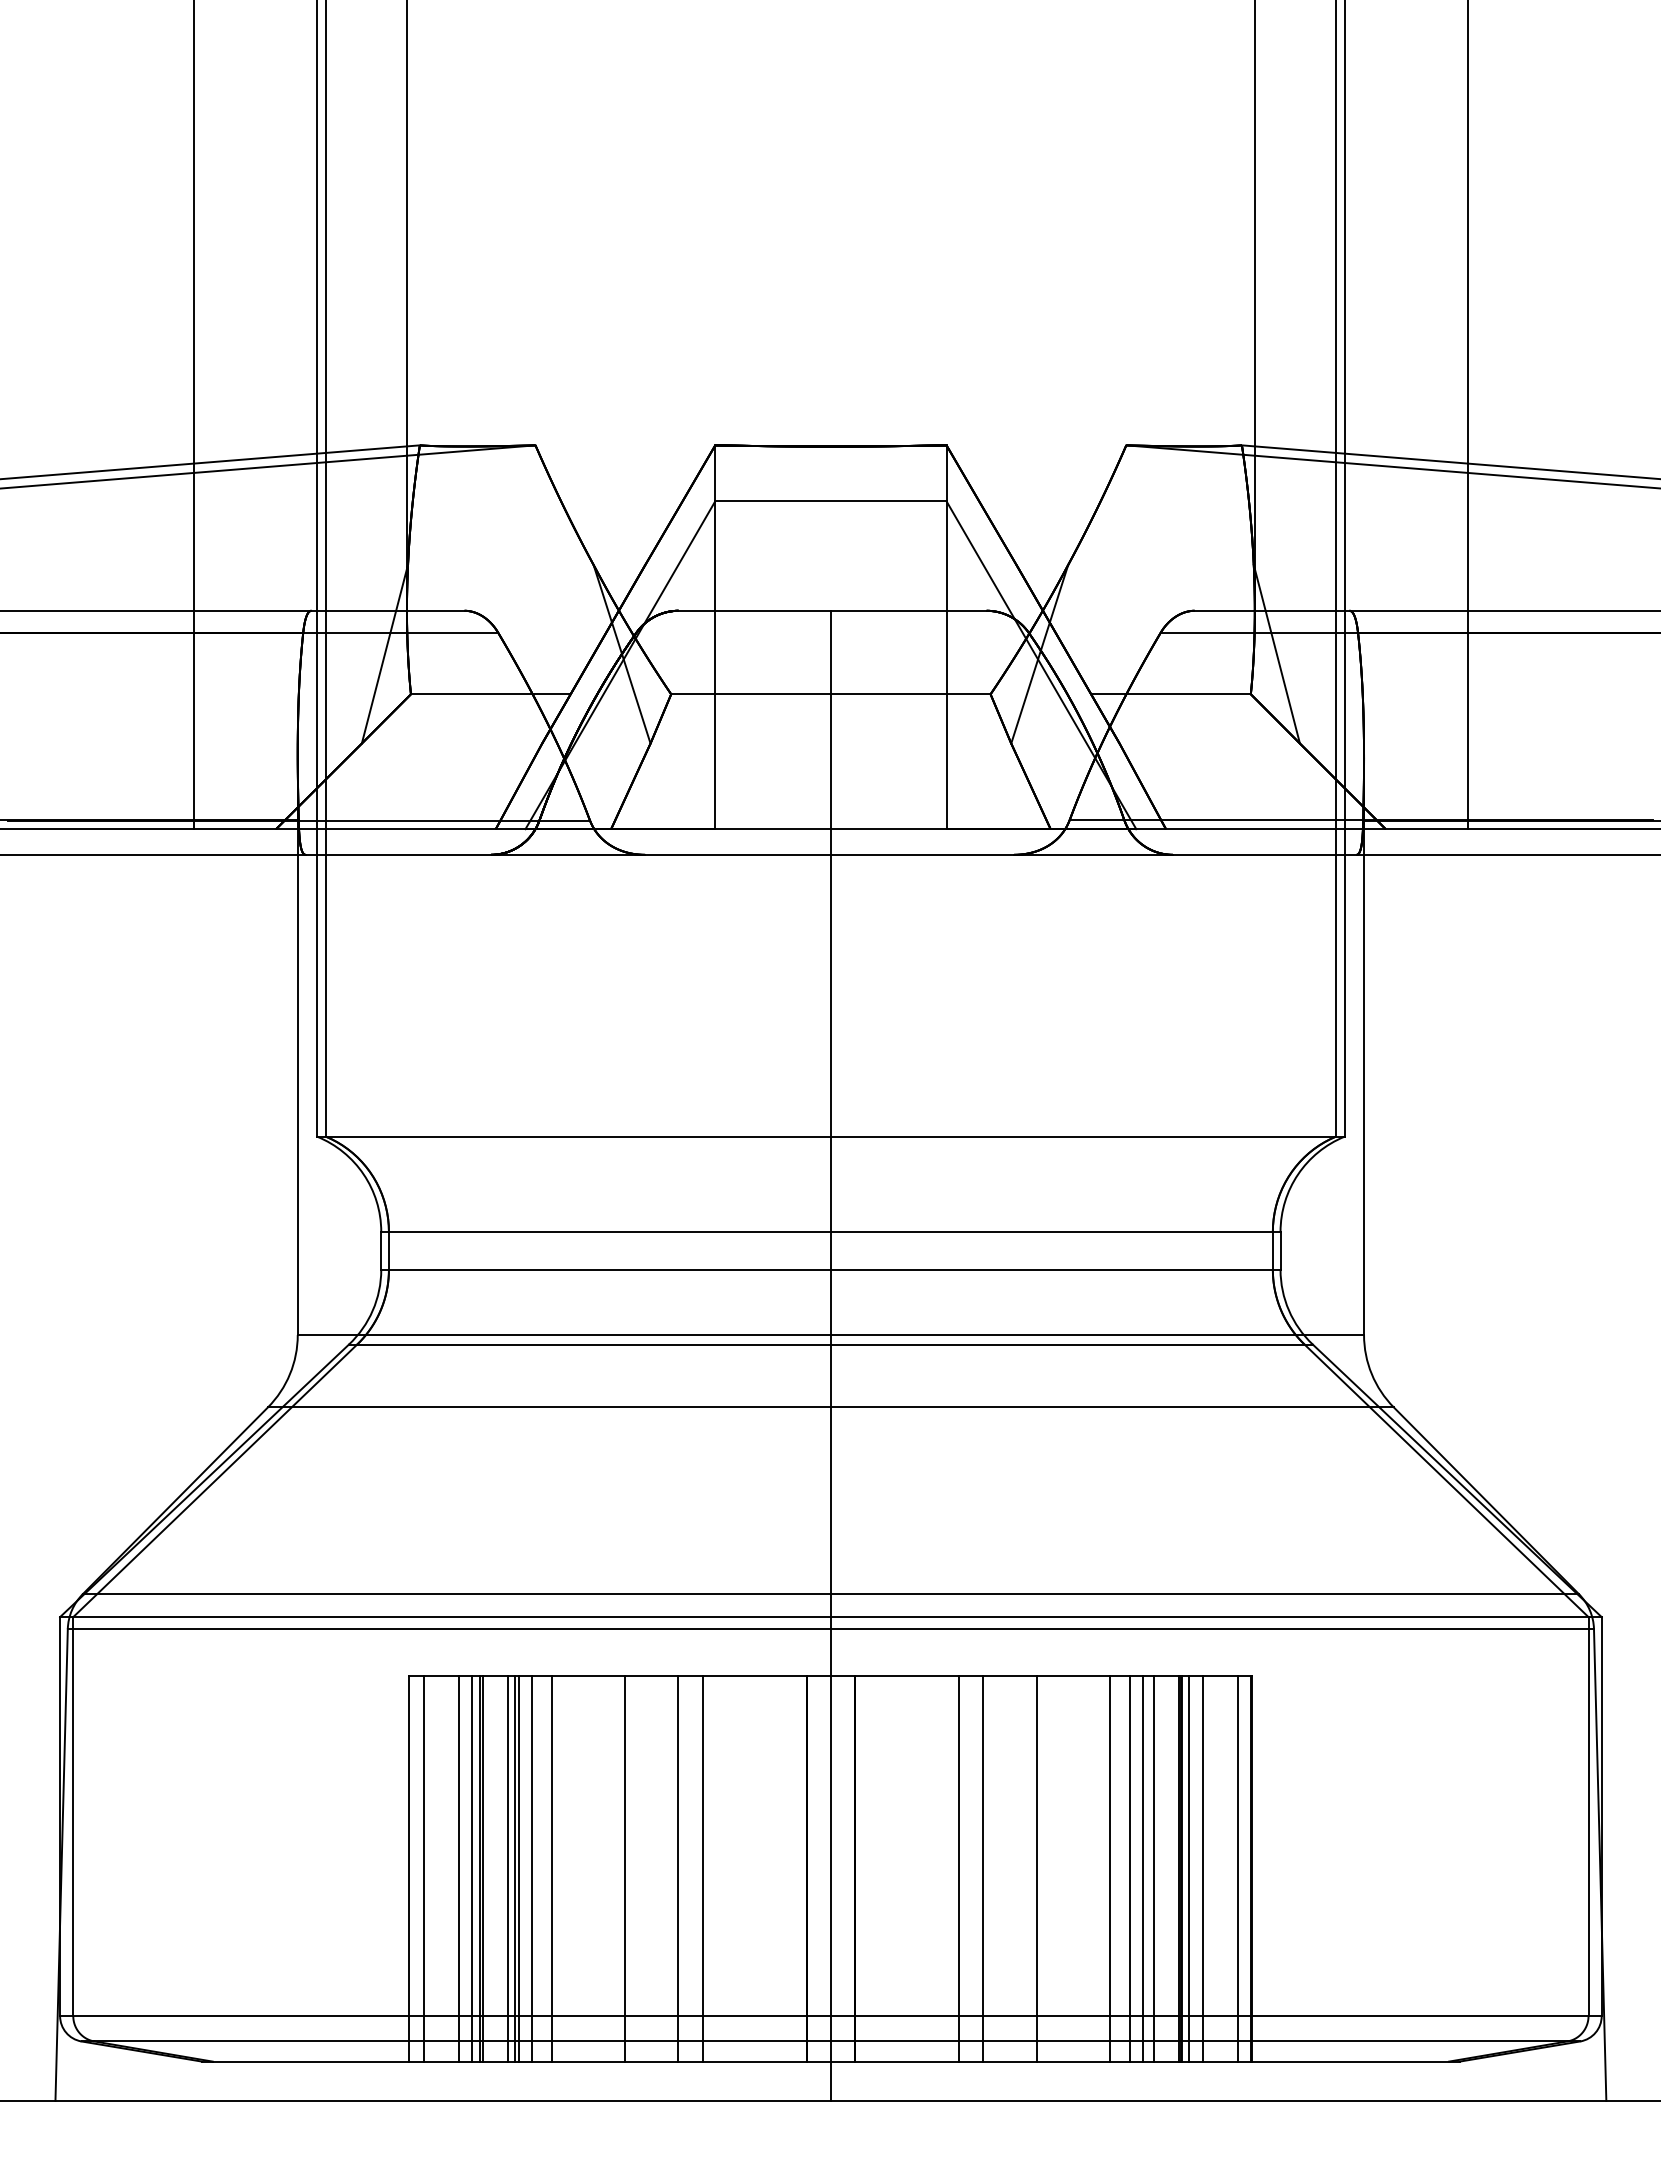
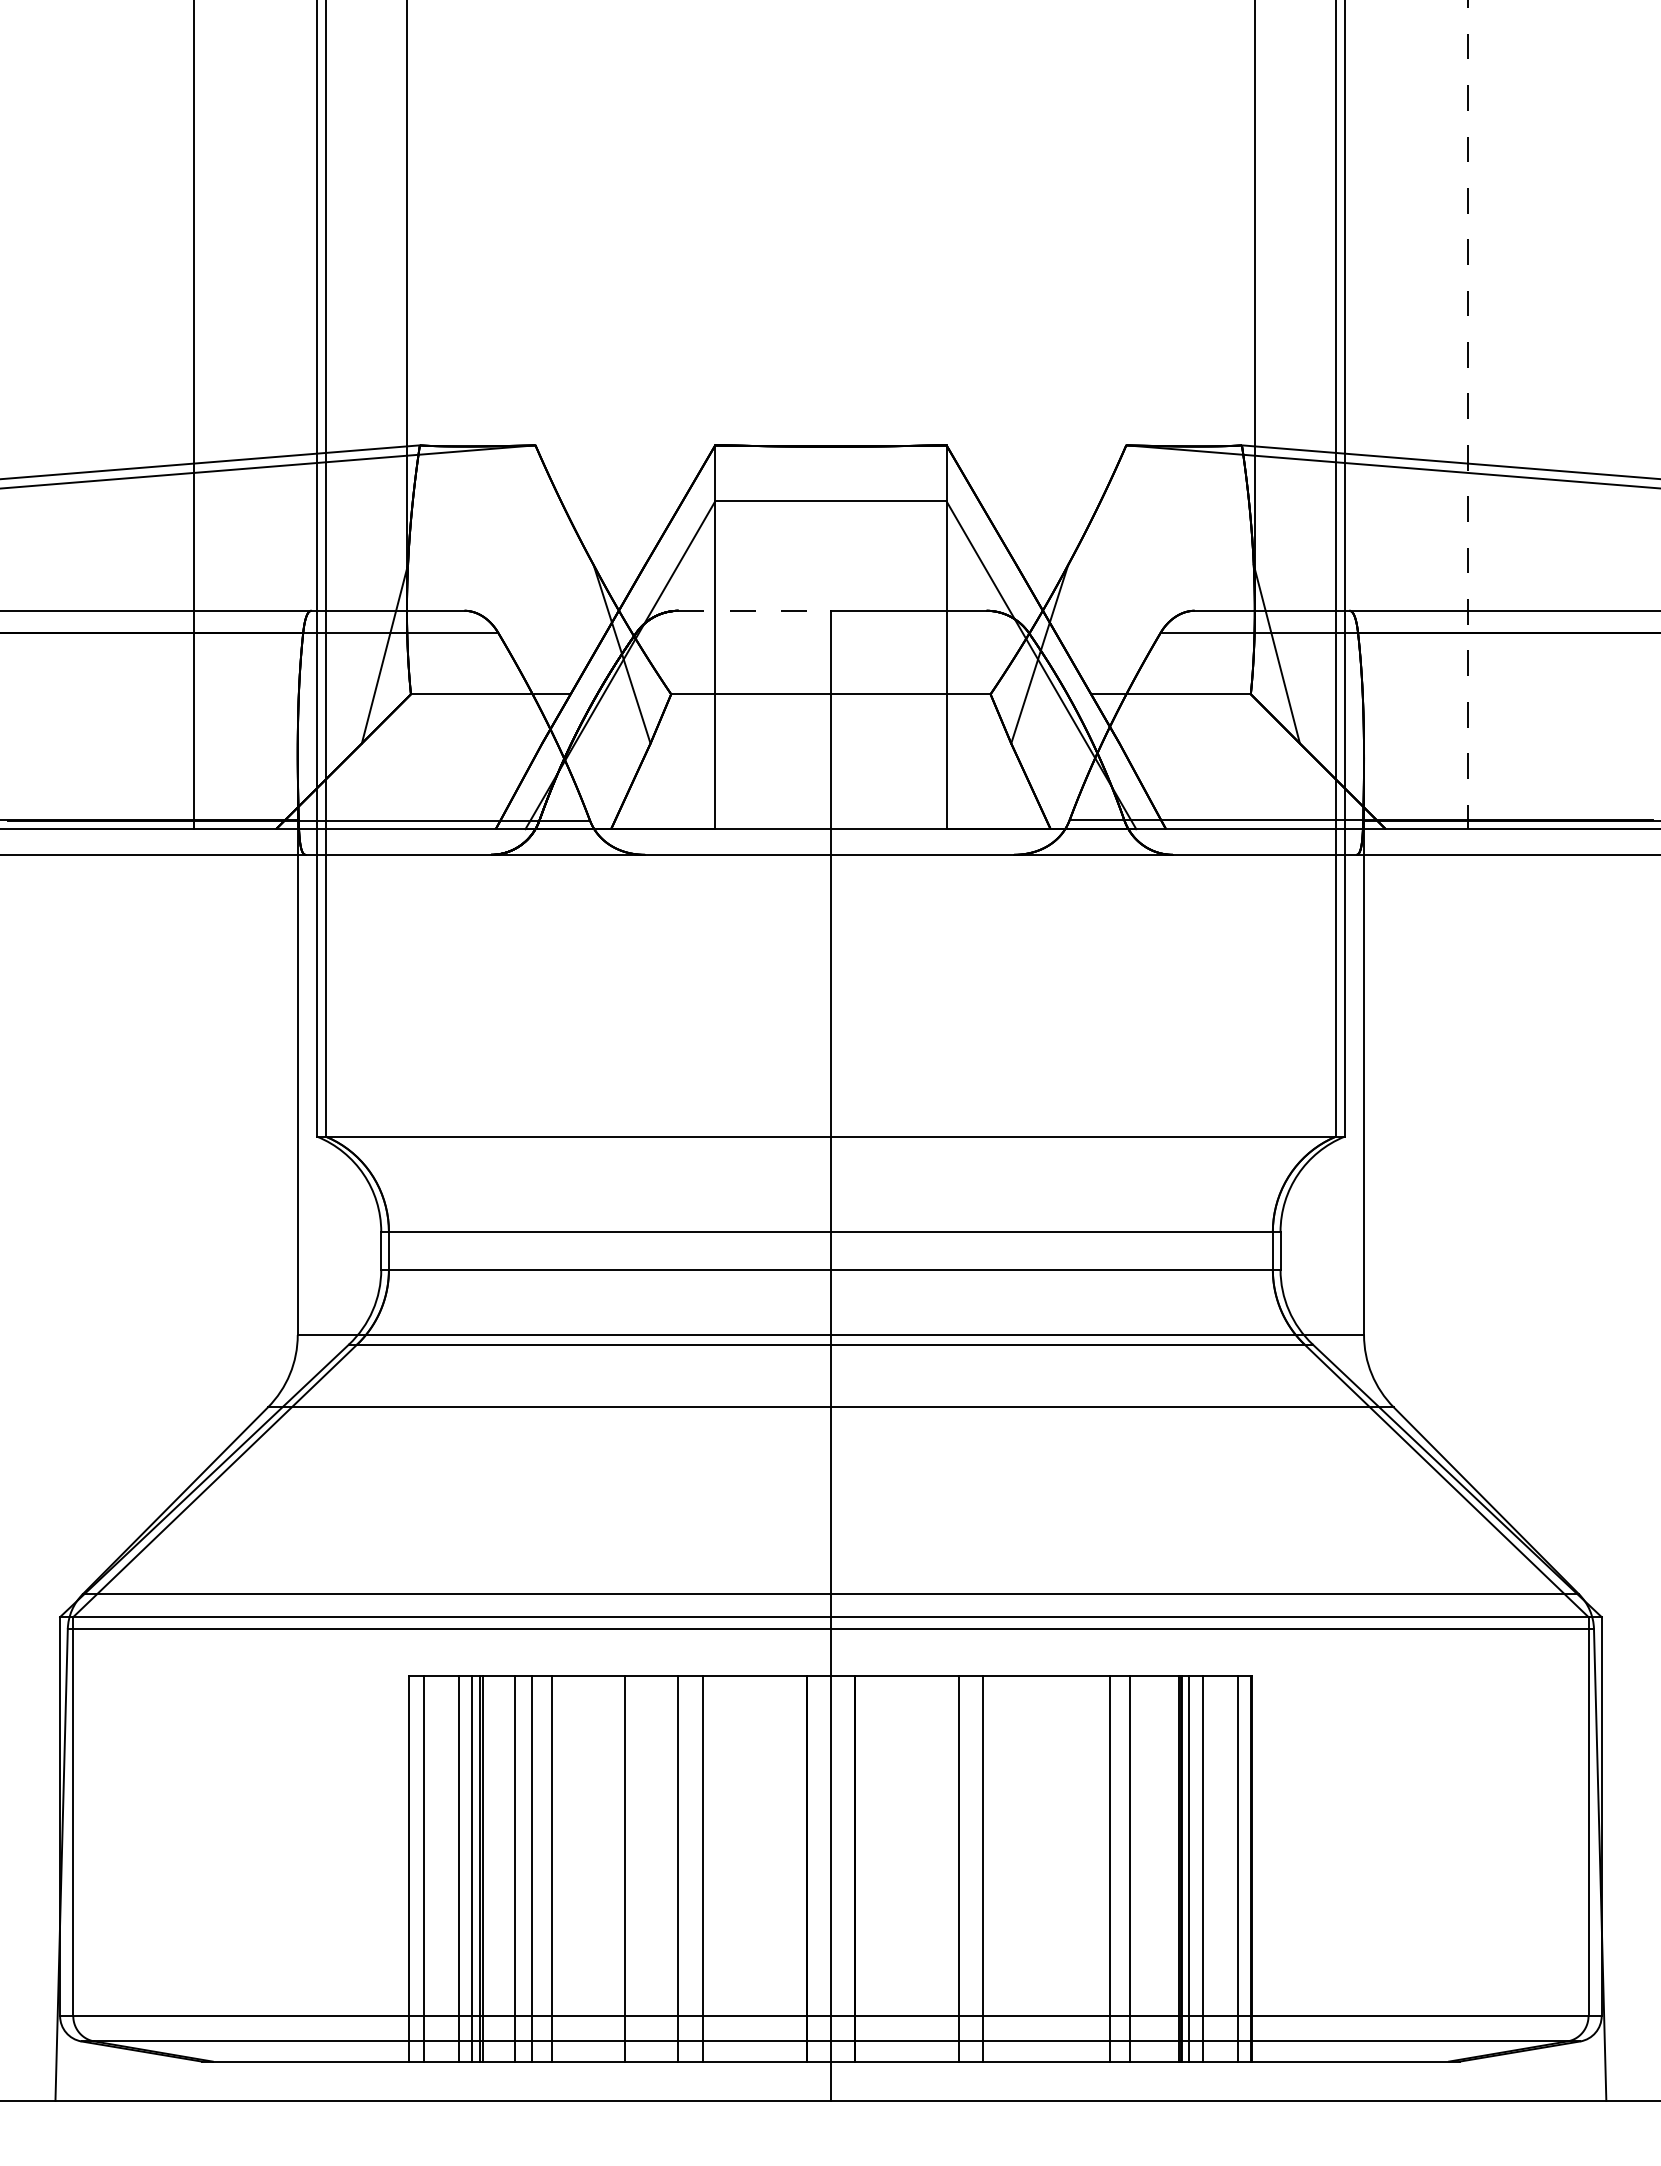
line at (1467, 415): solid -> dashed
line at (755, 610): solid -> dashed
line at (507, 1868): present -> none
line at (518, 1868): present -> none
line at (1036, 1868): present -> none
line at (1143, 1868): present -> none
line at (1153, 1868): present -> none
